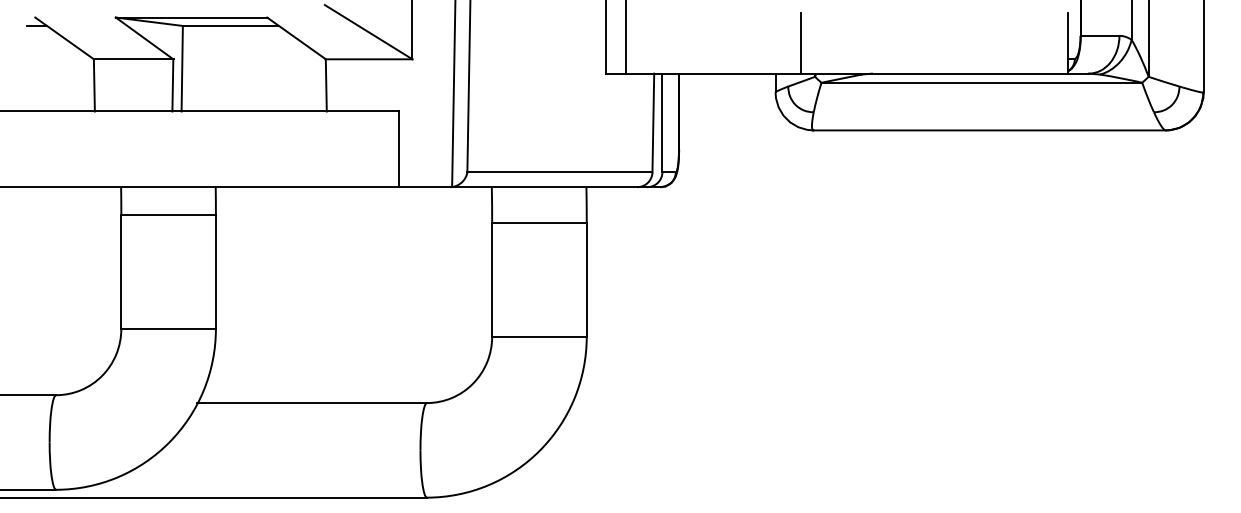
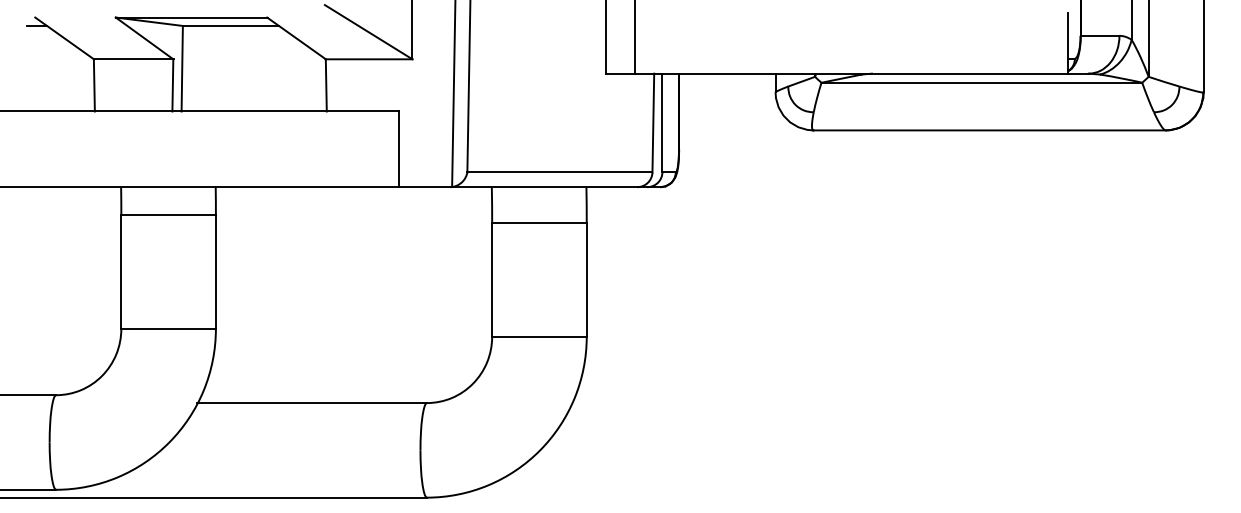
line at (625, 37) position: (625, 37) -> (634, 37)
line at (800, 43): present -> none
